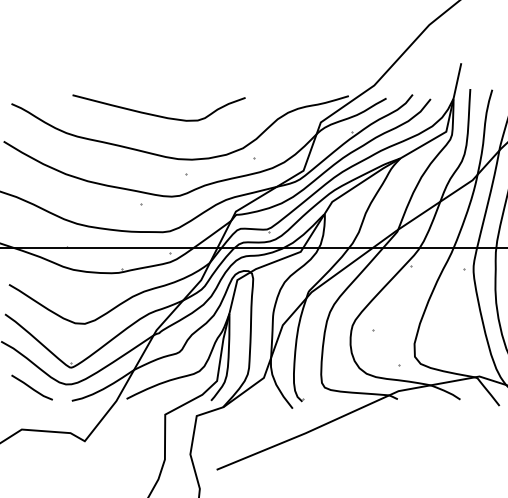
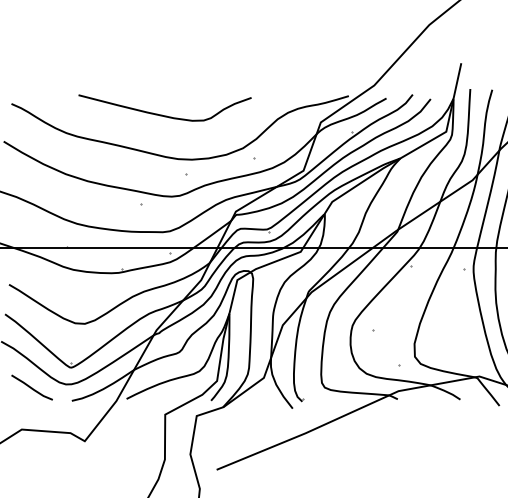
curve at (156, 114) position: (156, 114) -> (162, 114)
